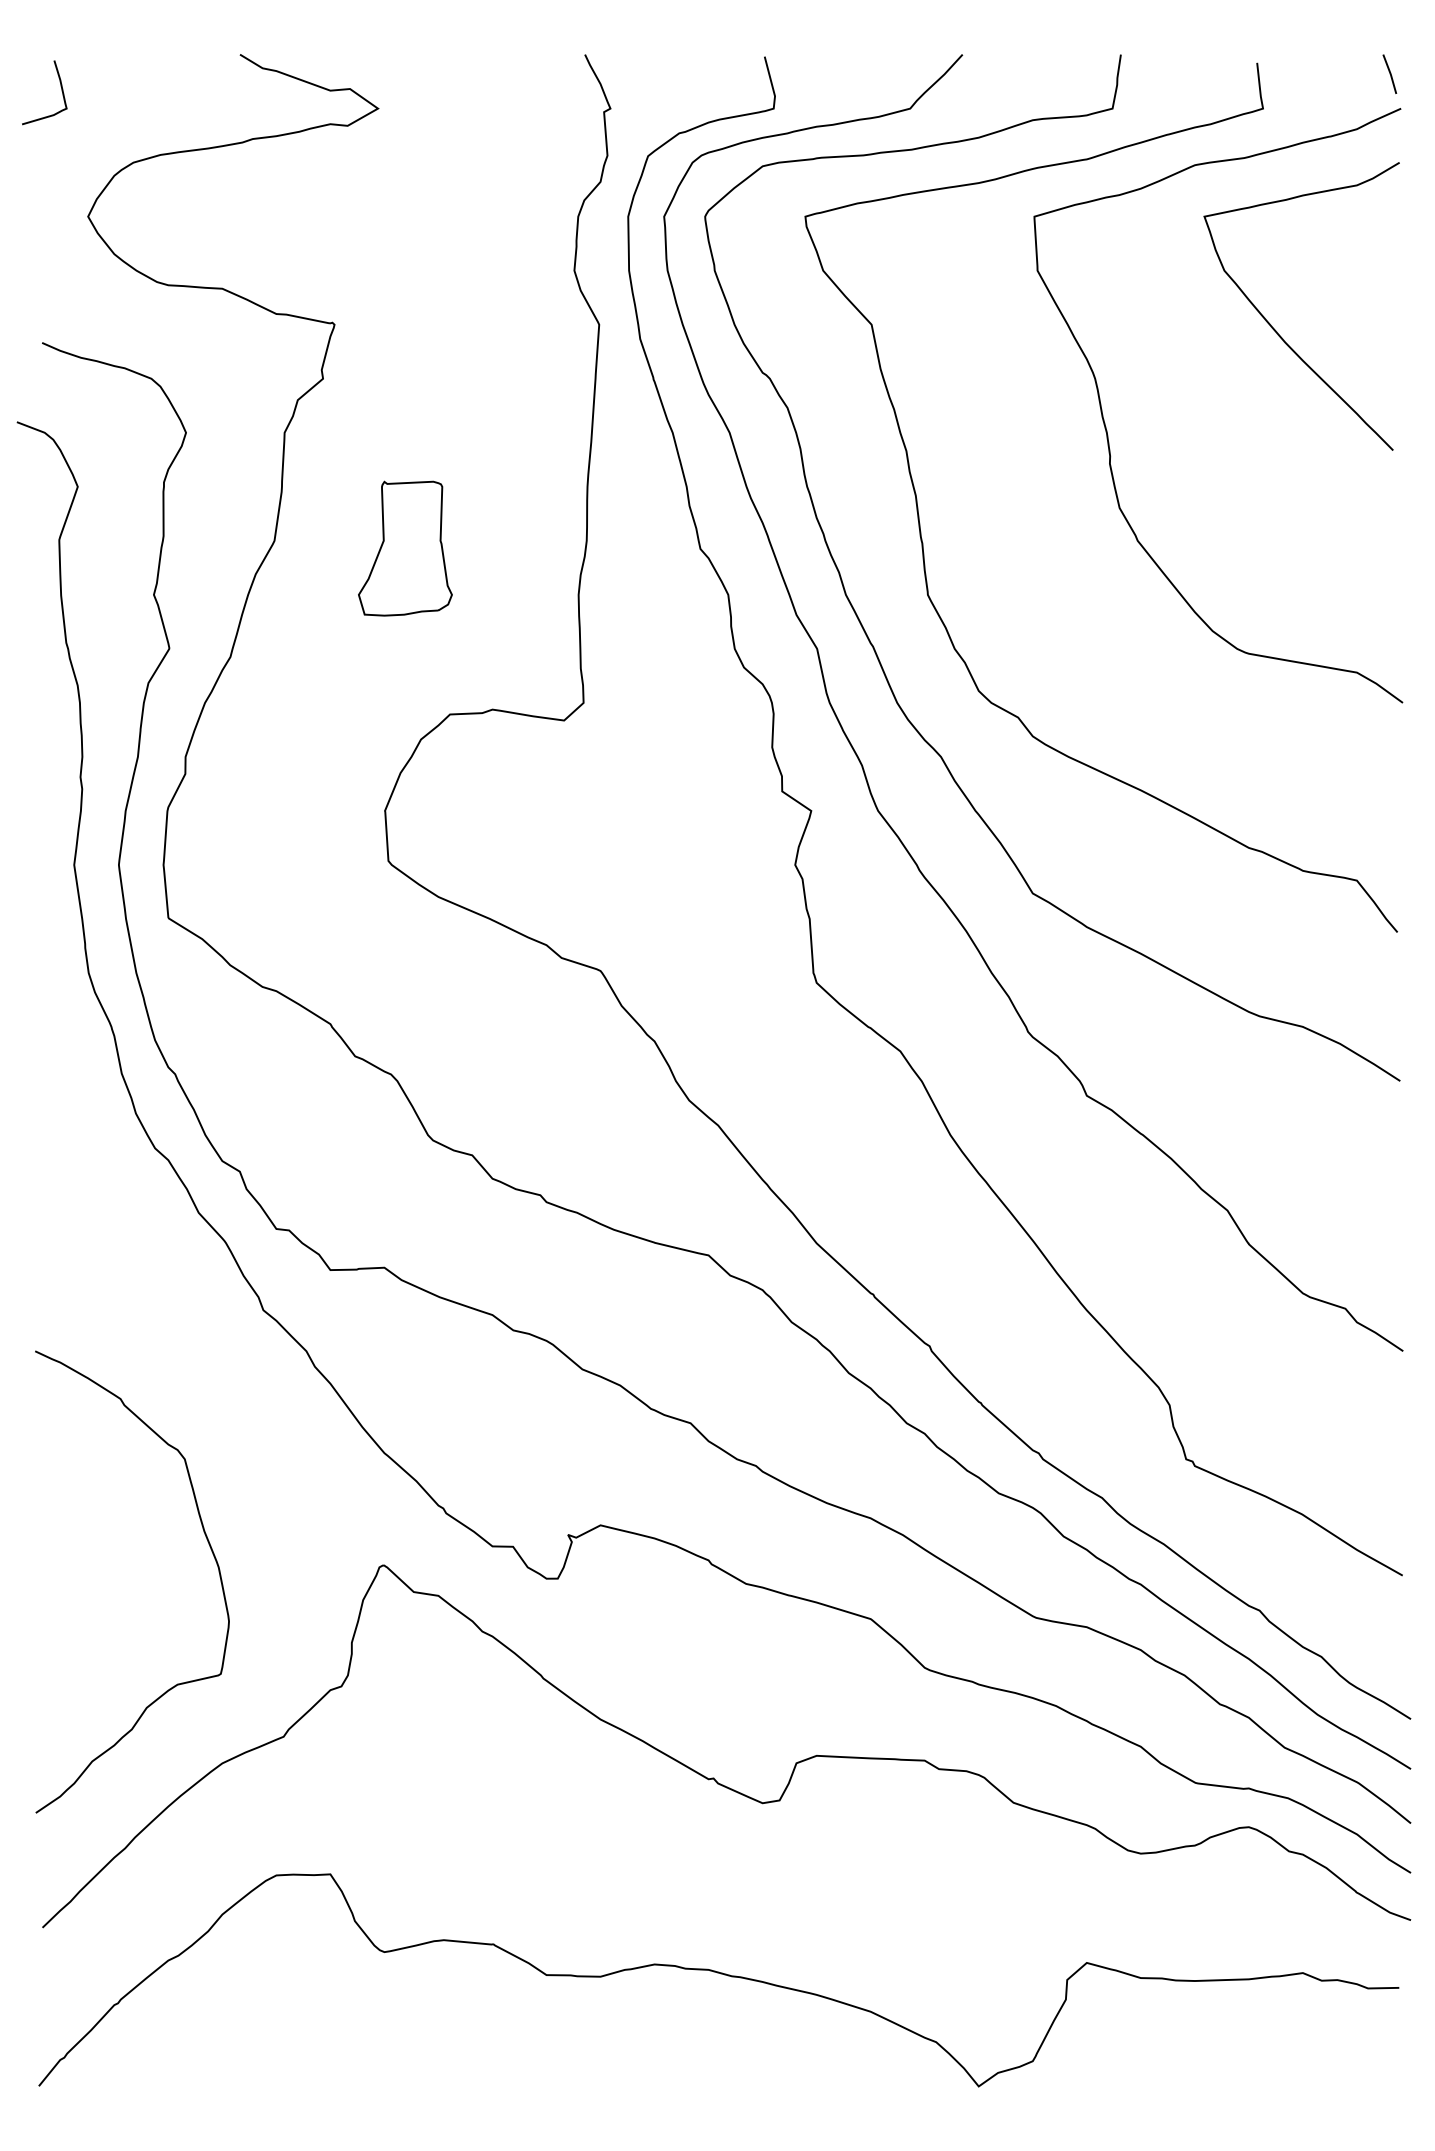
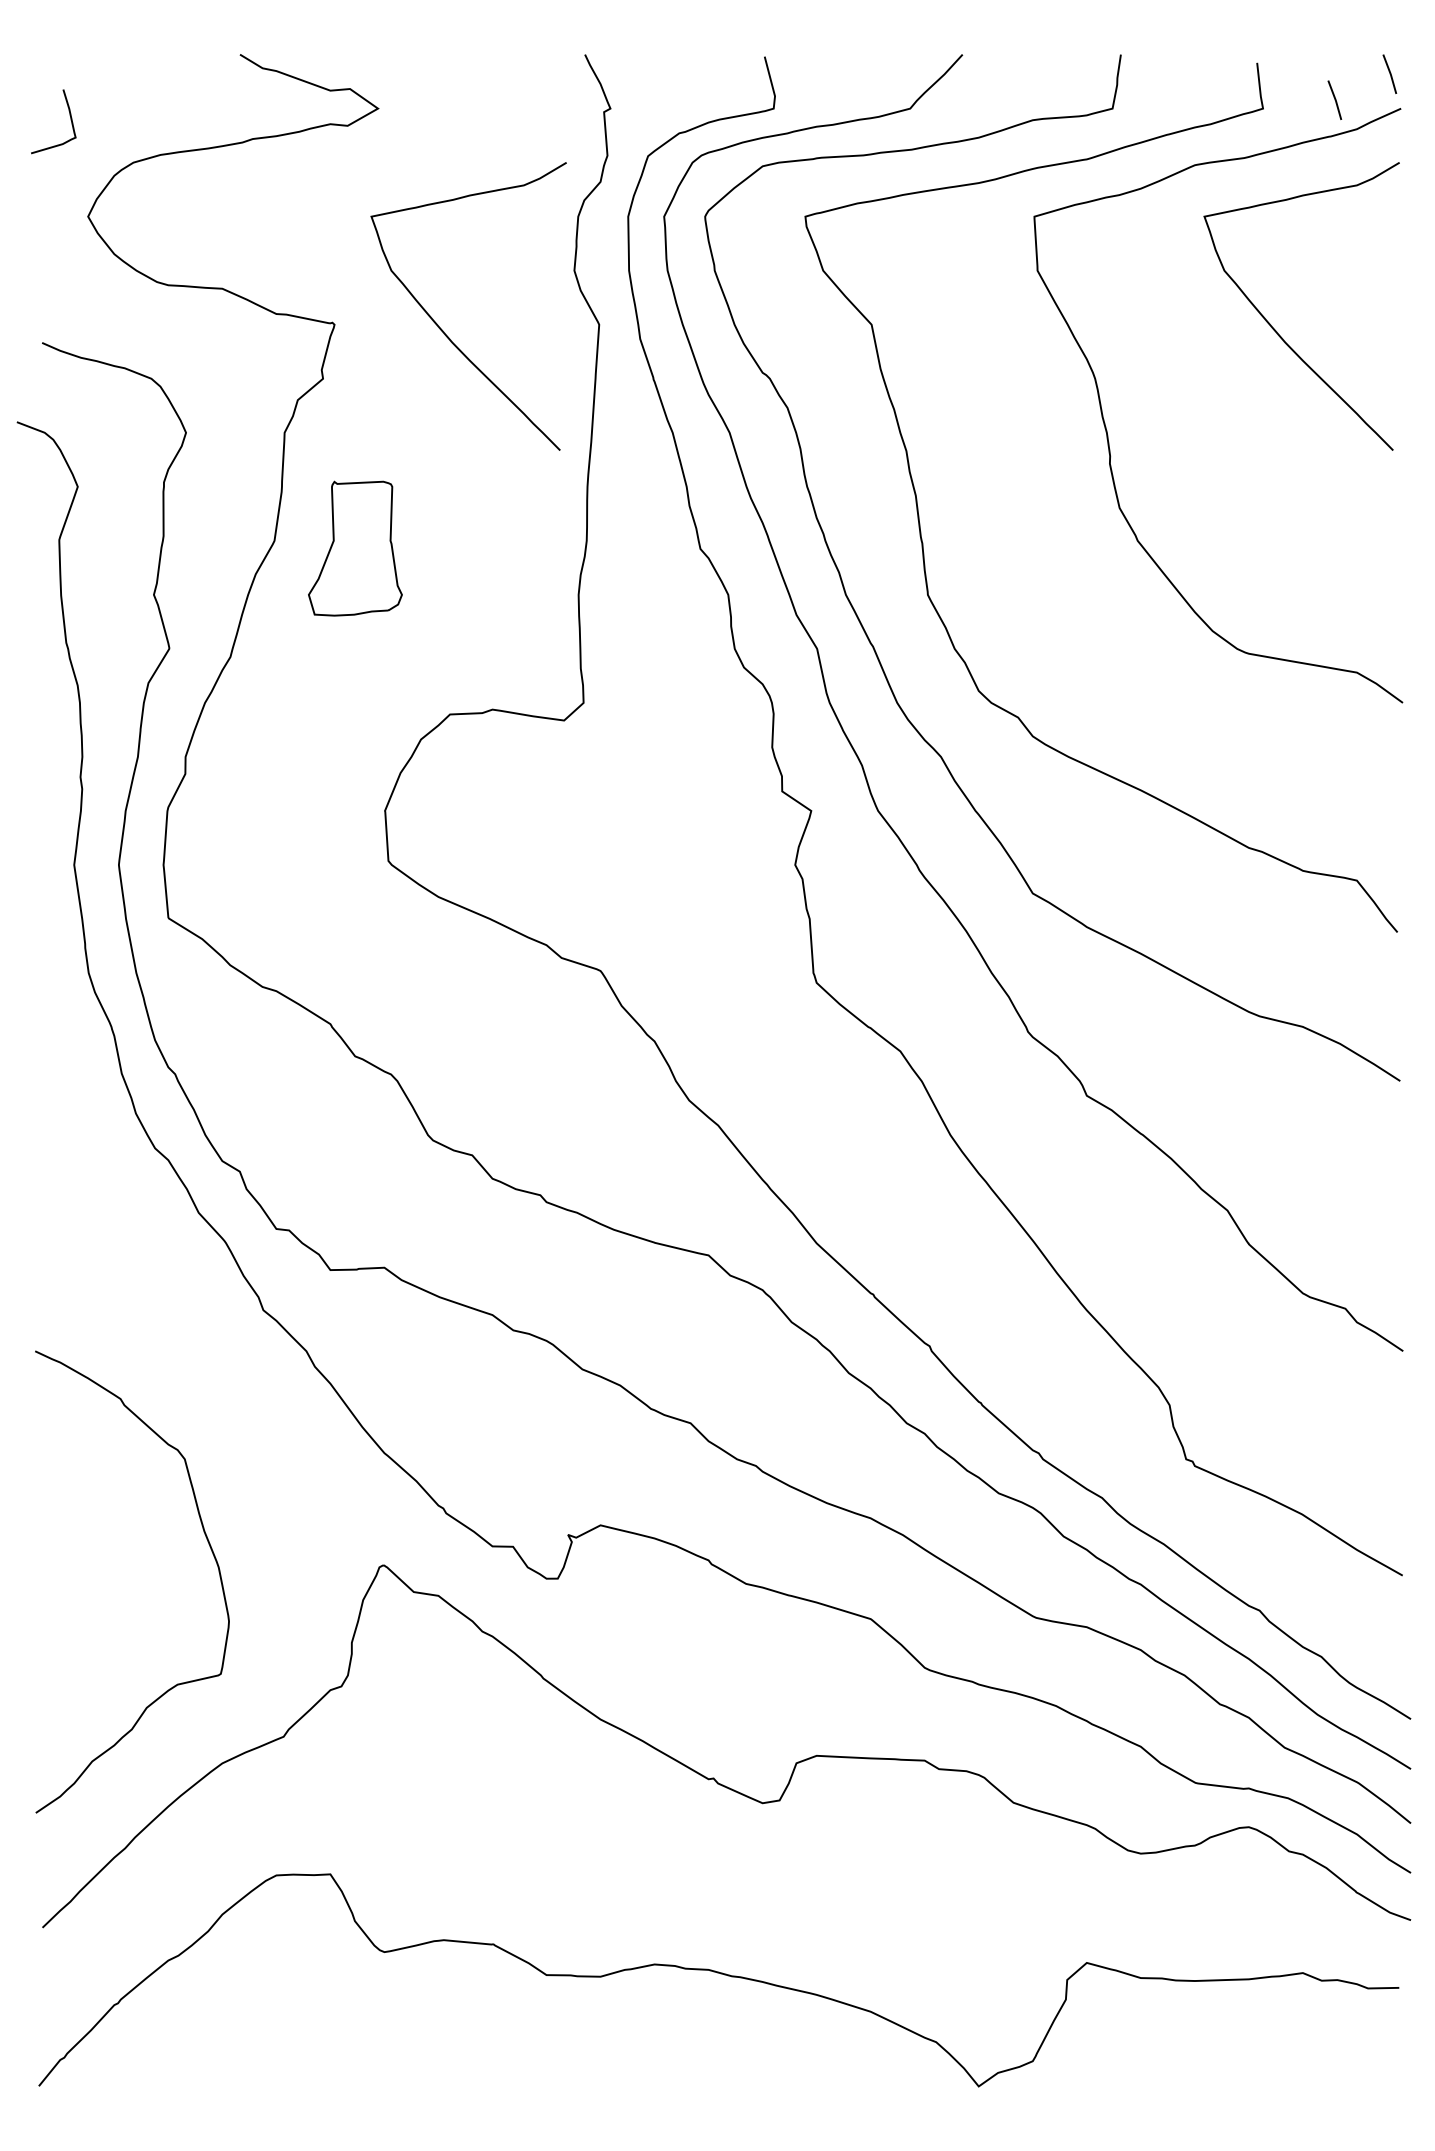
curve at (61, 91) position: (61, 91) -> (70, 120)
line at (1334, 99): none -> present
curve at (443, 330): none -> present
part at (405, 548) position: (405, 548) -> (355, 548)
